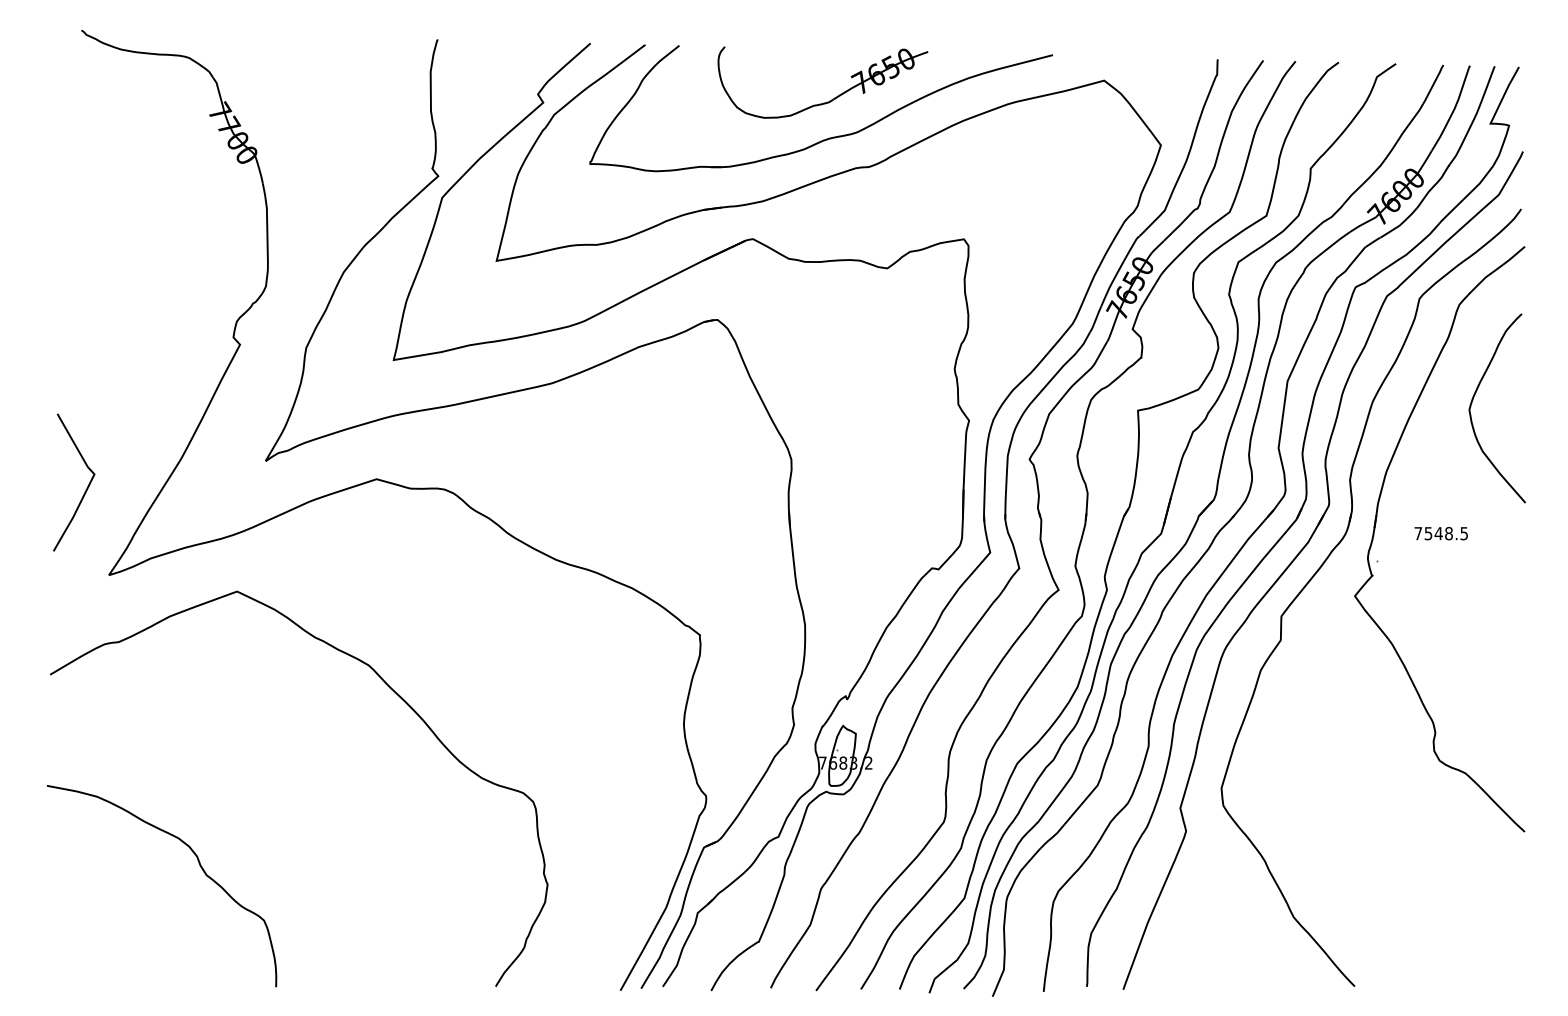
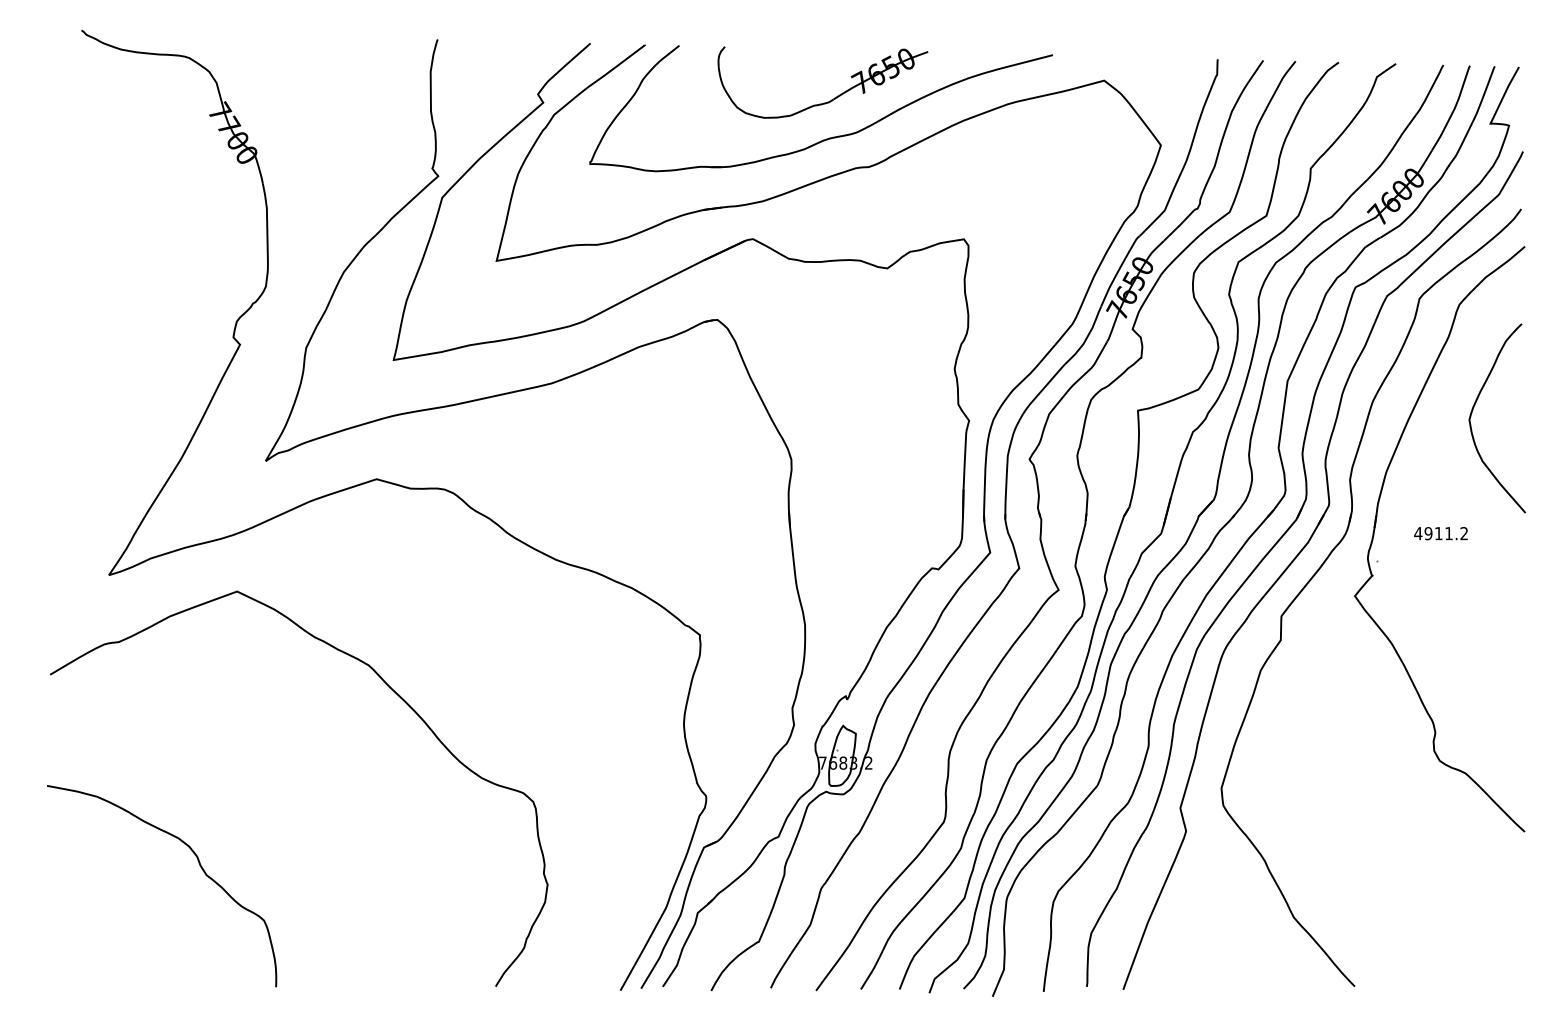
curve at (1473, 400) position: (1473, 400) -> (1473, 410)
curve at (86, 488): present -> none
text at (1440, 533): 7548.5 -> 4911.2
